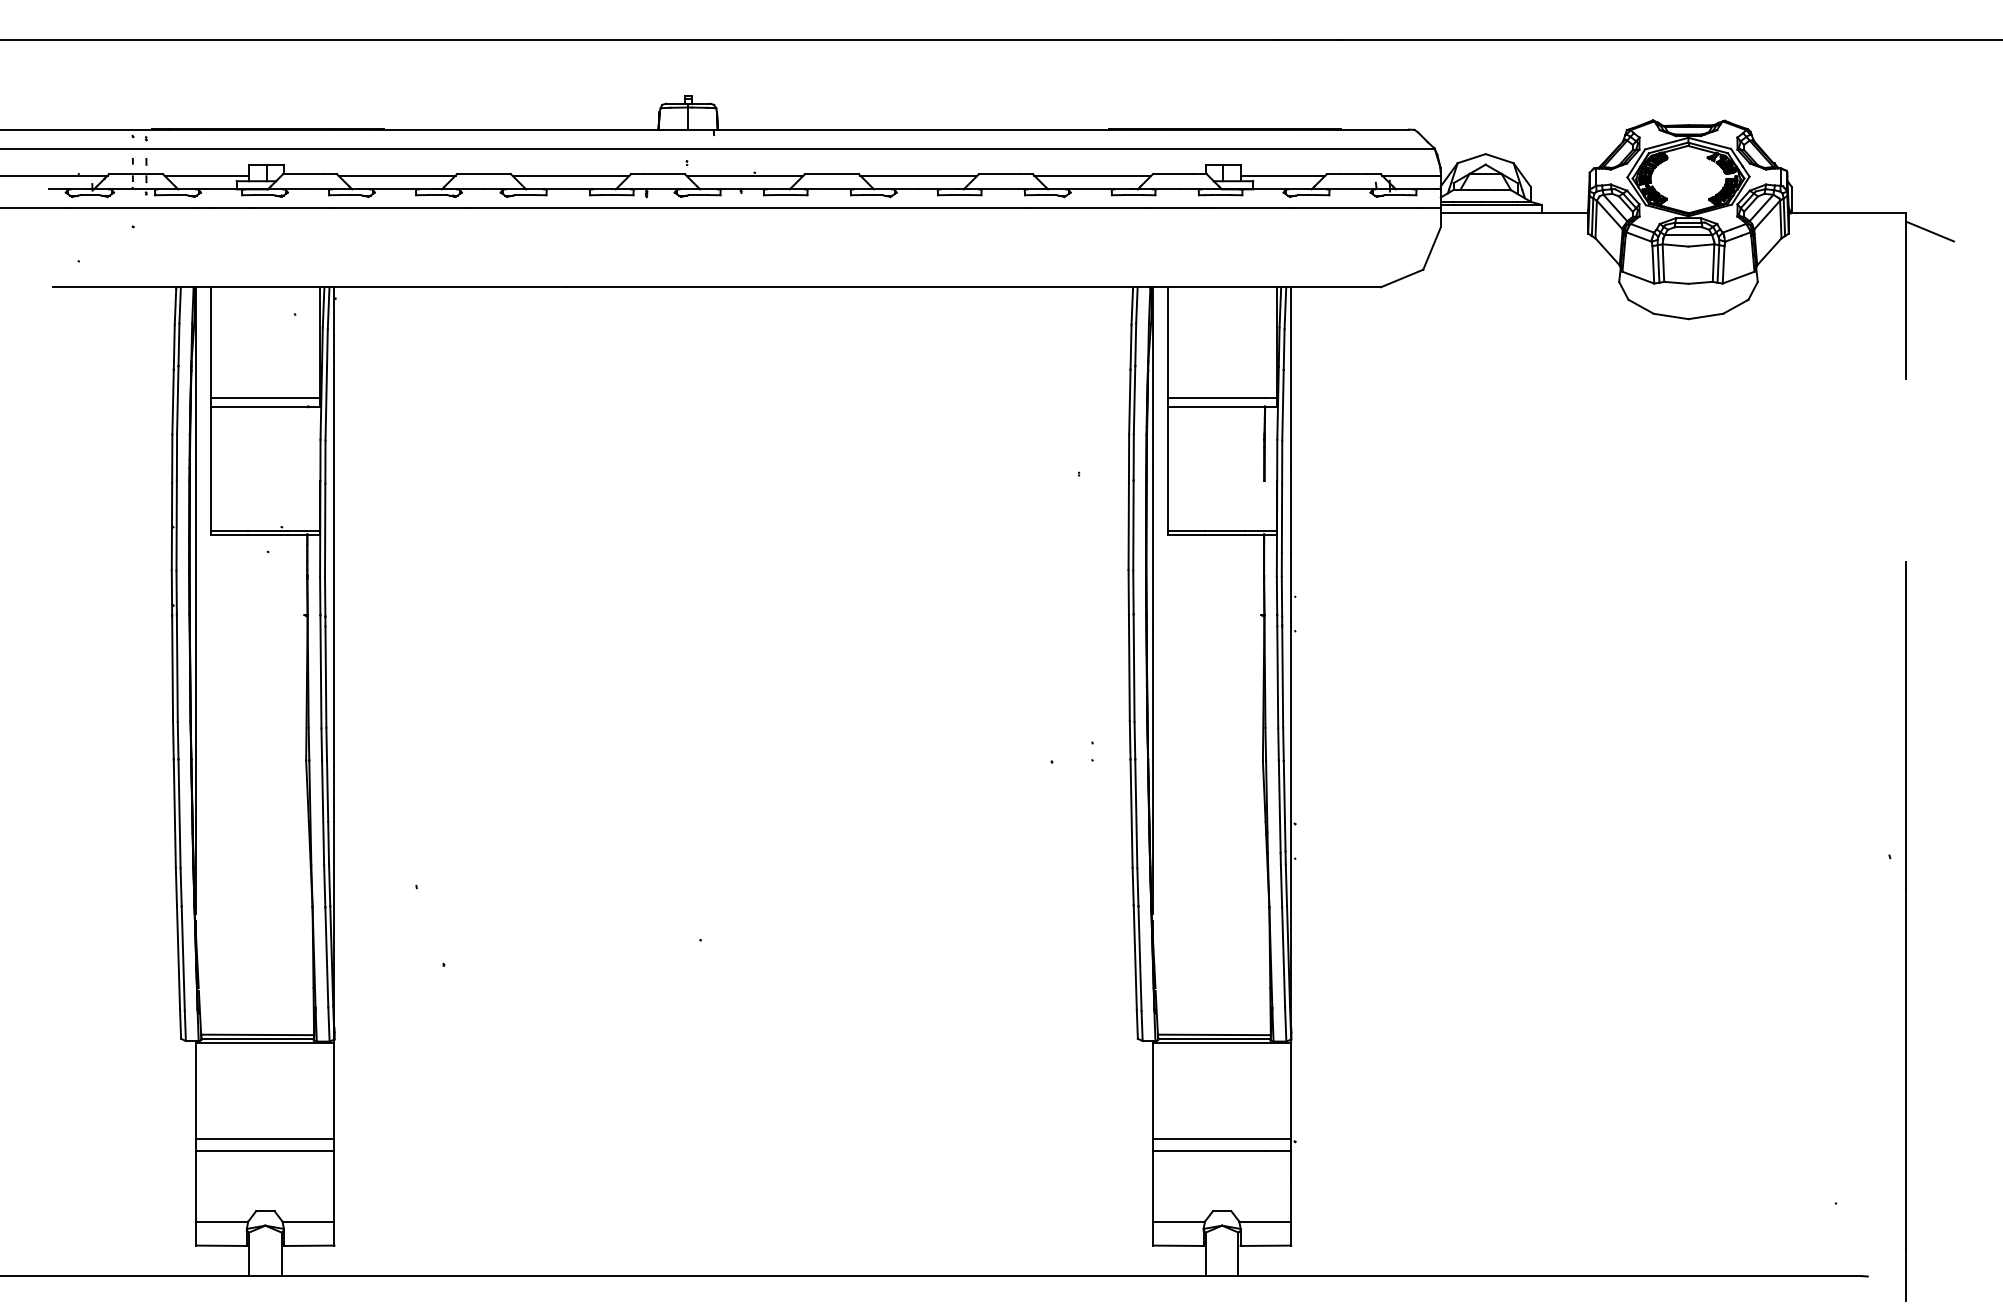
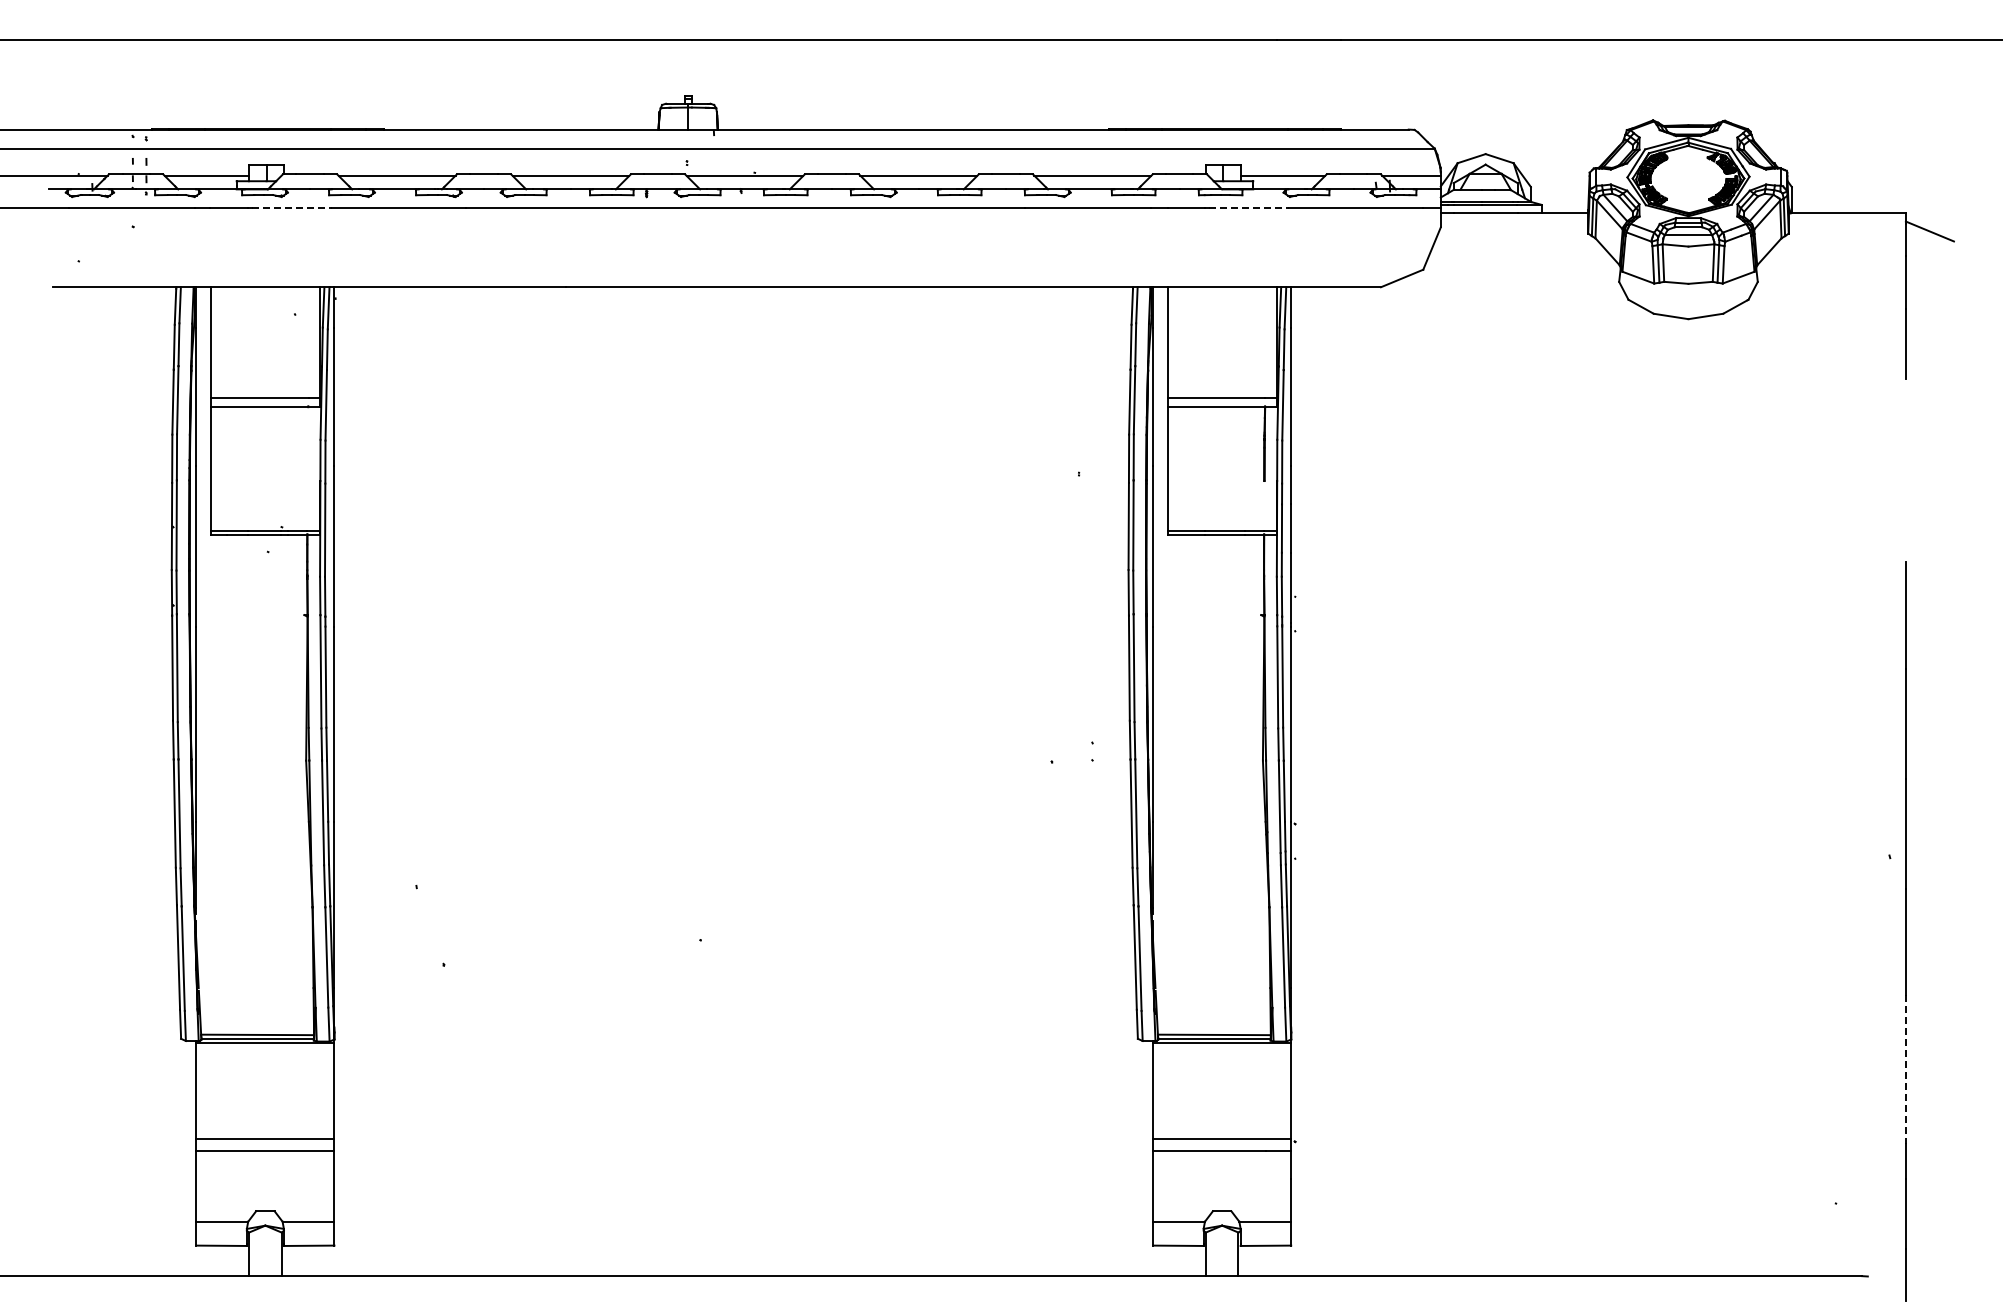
line at (292, 208): solid -> dashed
line at (1249, 208): solid -> dashed
line at (1905, 1069): solid -> dashed
